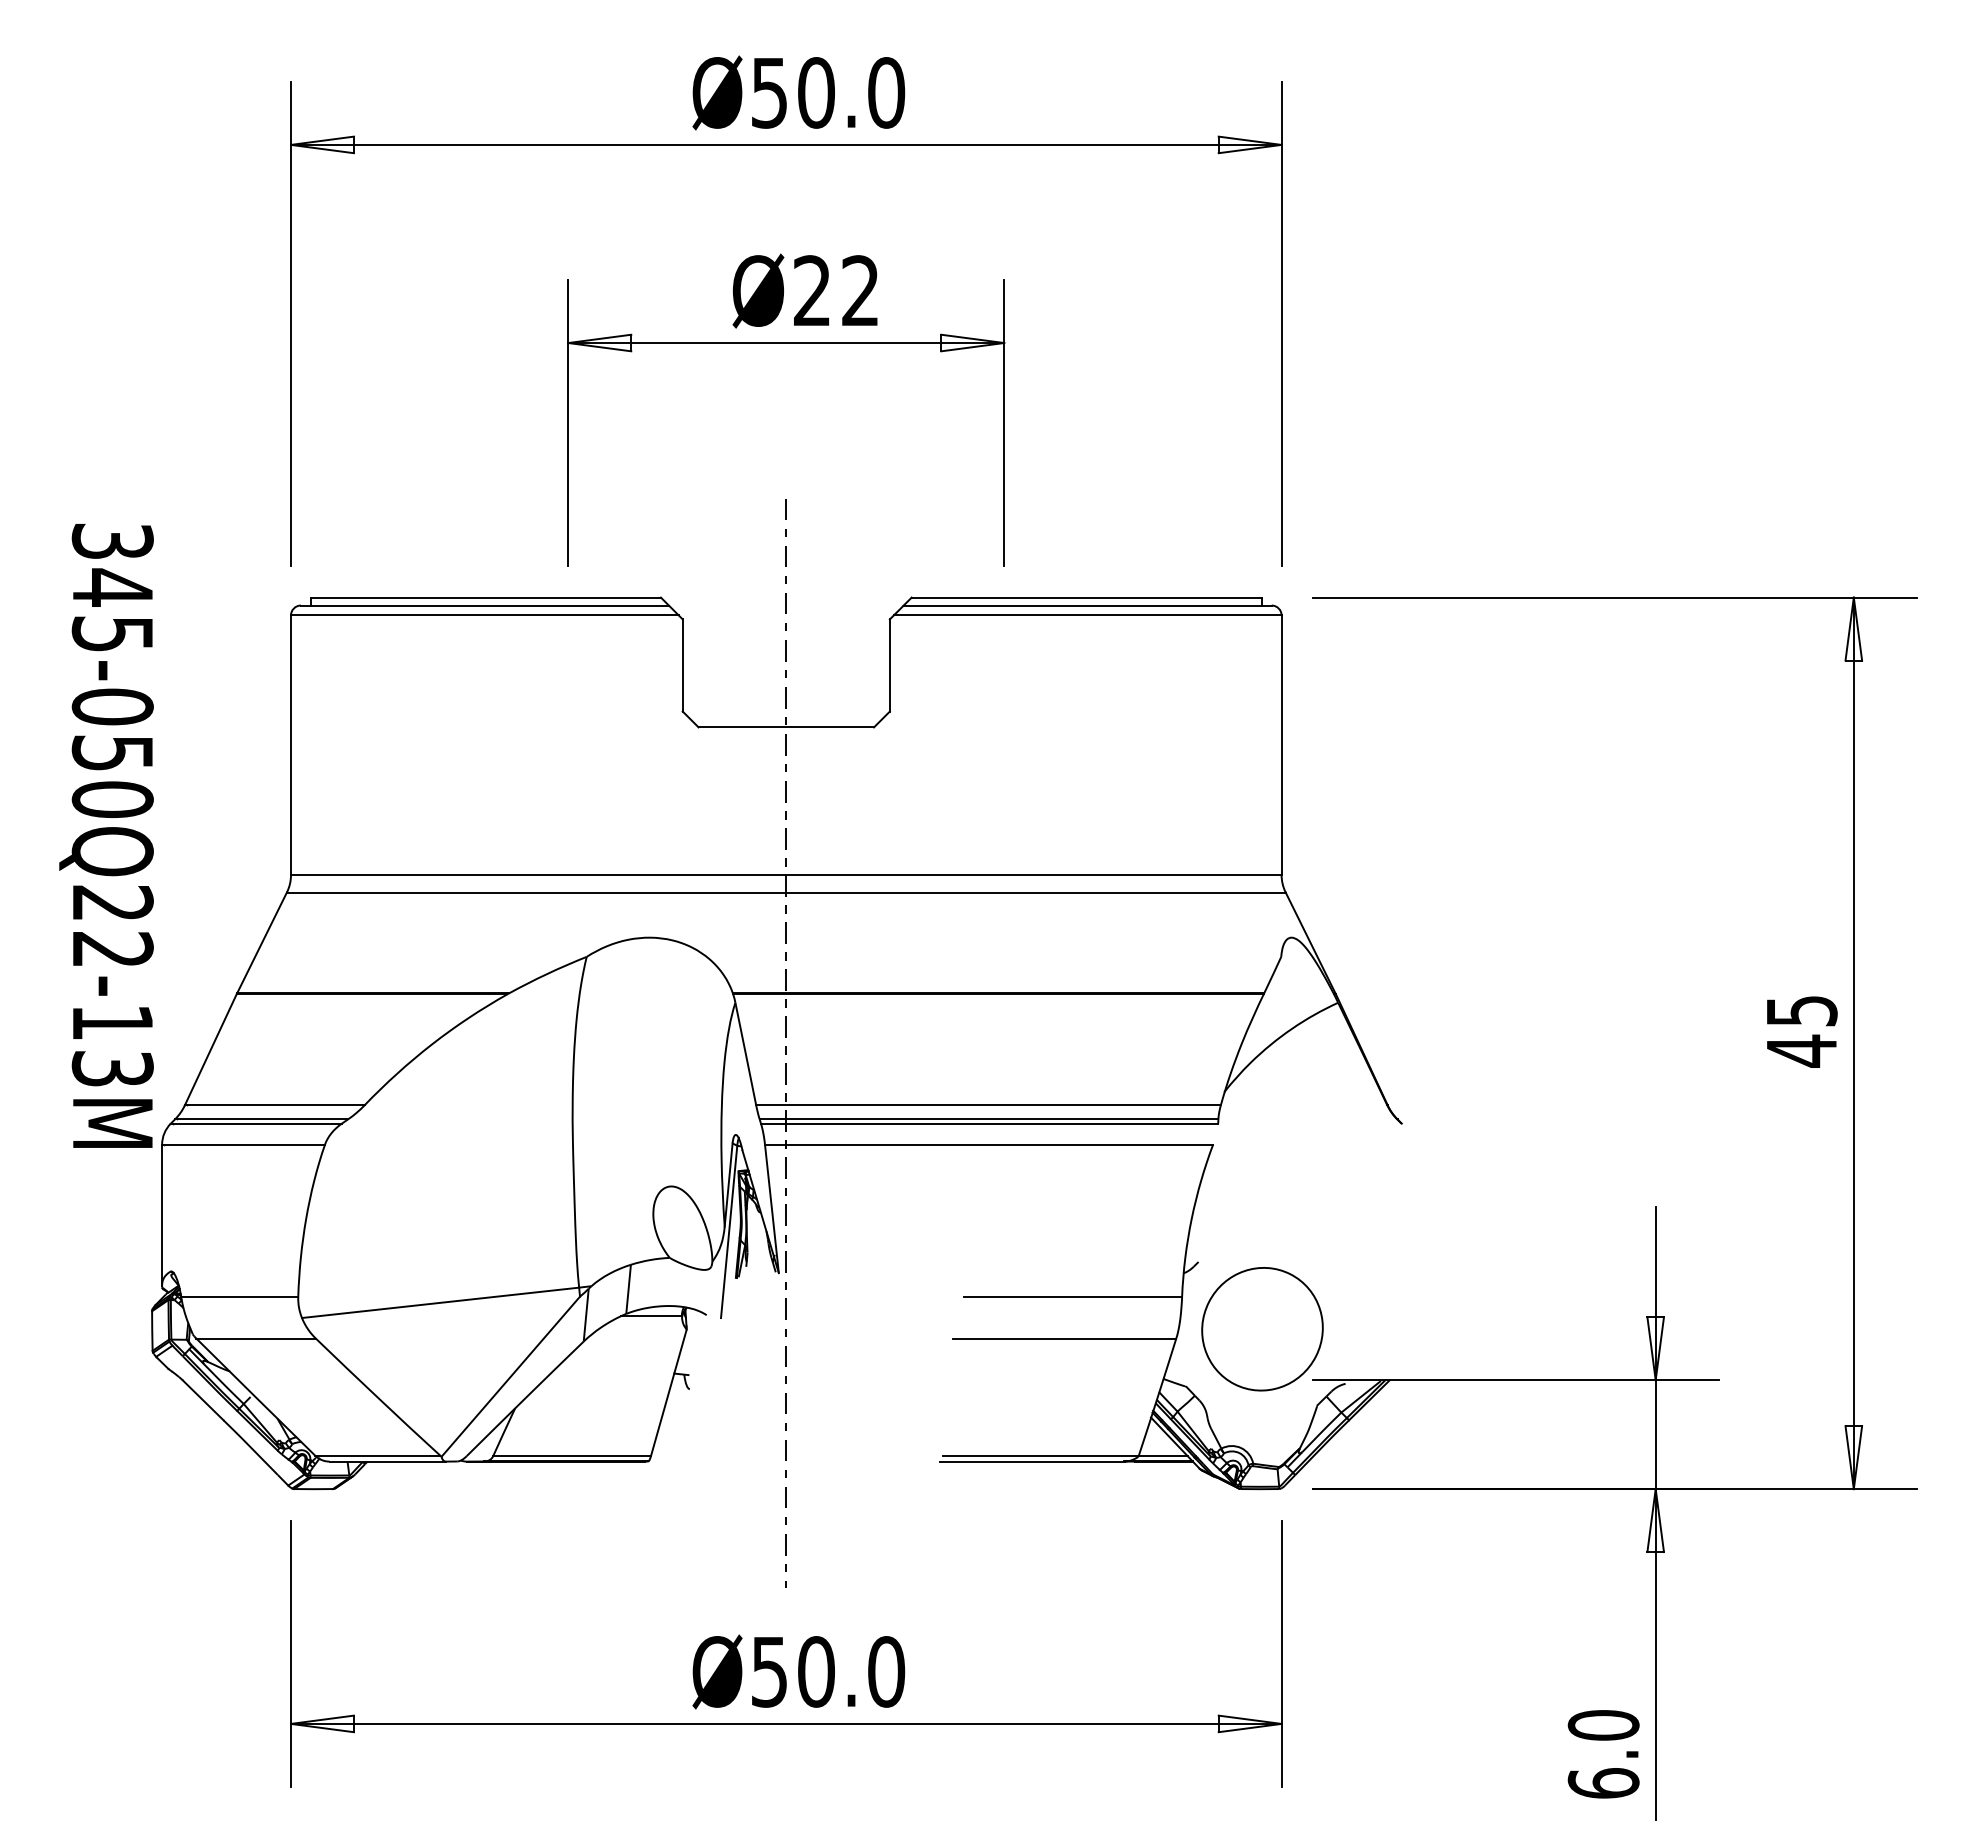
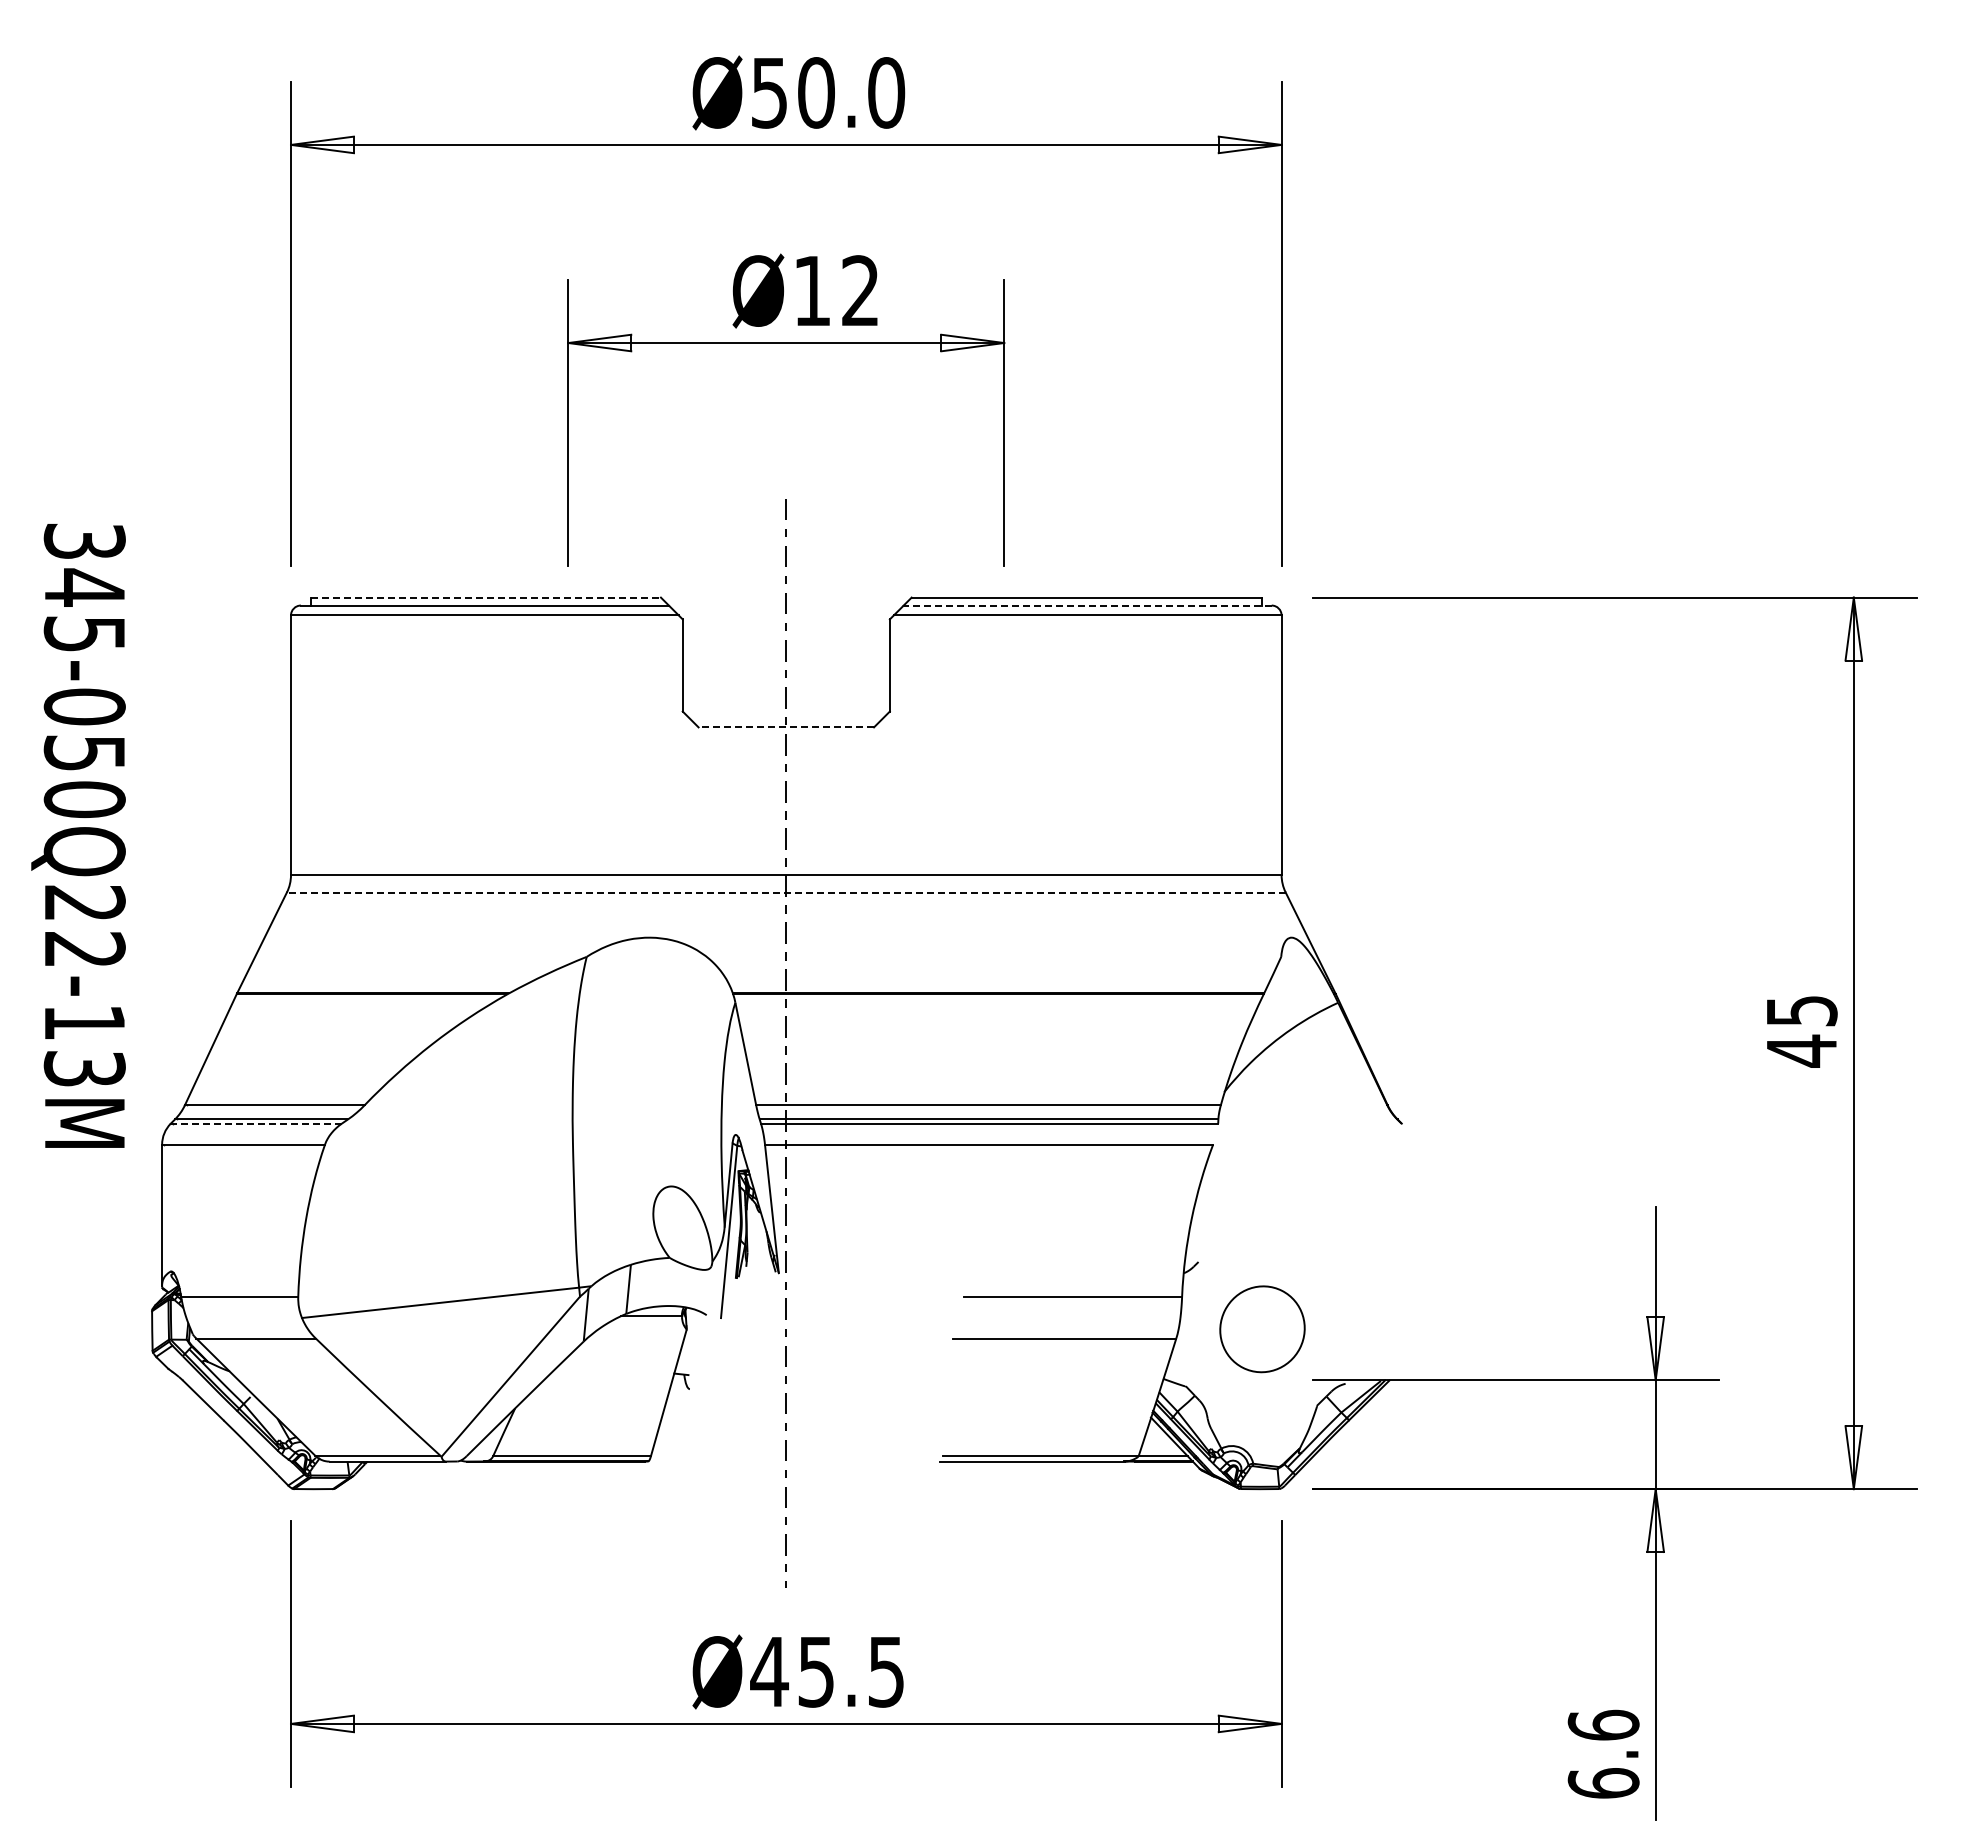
text at (811, 290): Ø22 -> Ø12
line at (486, 597): solid -> dashed
line at (1087, 605): solid -> dashed
line at (786, 727): solid -> dashed
text at (106, 835) position: (106, 835) -> (78, 835)
line at (785, 892): solid -> dashed
line at (256, 1123): solid -> dashed
part at (1262, 1329) size: 123x125 px -> 87x89 px
text at (827, 1671): Ø50.0 -> Ø45.5
text at (1603, 1724): 6.0 -> 6.6
